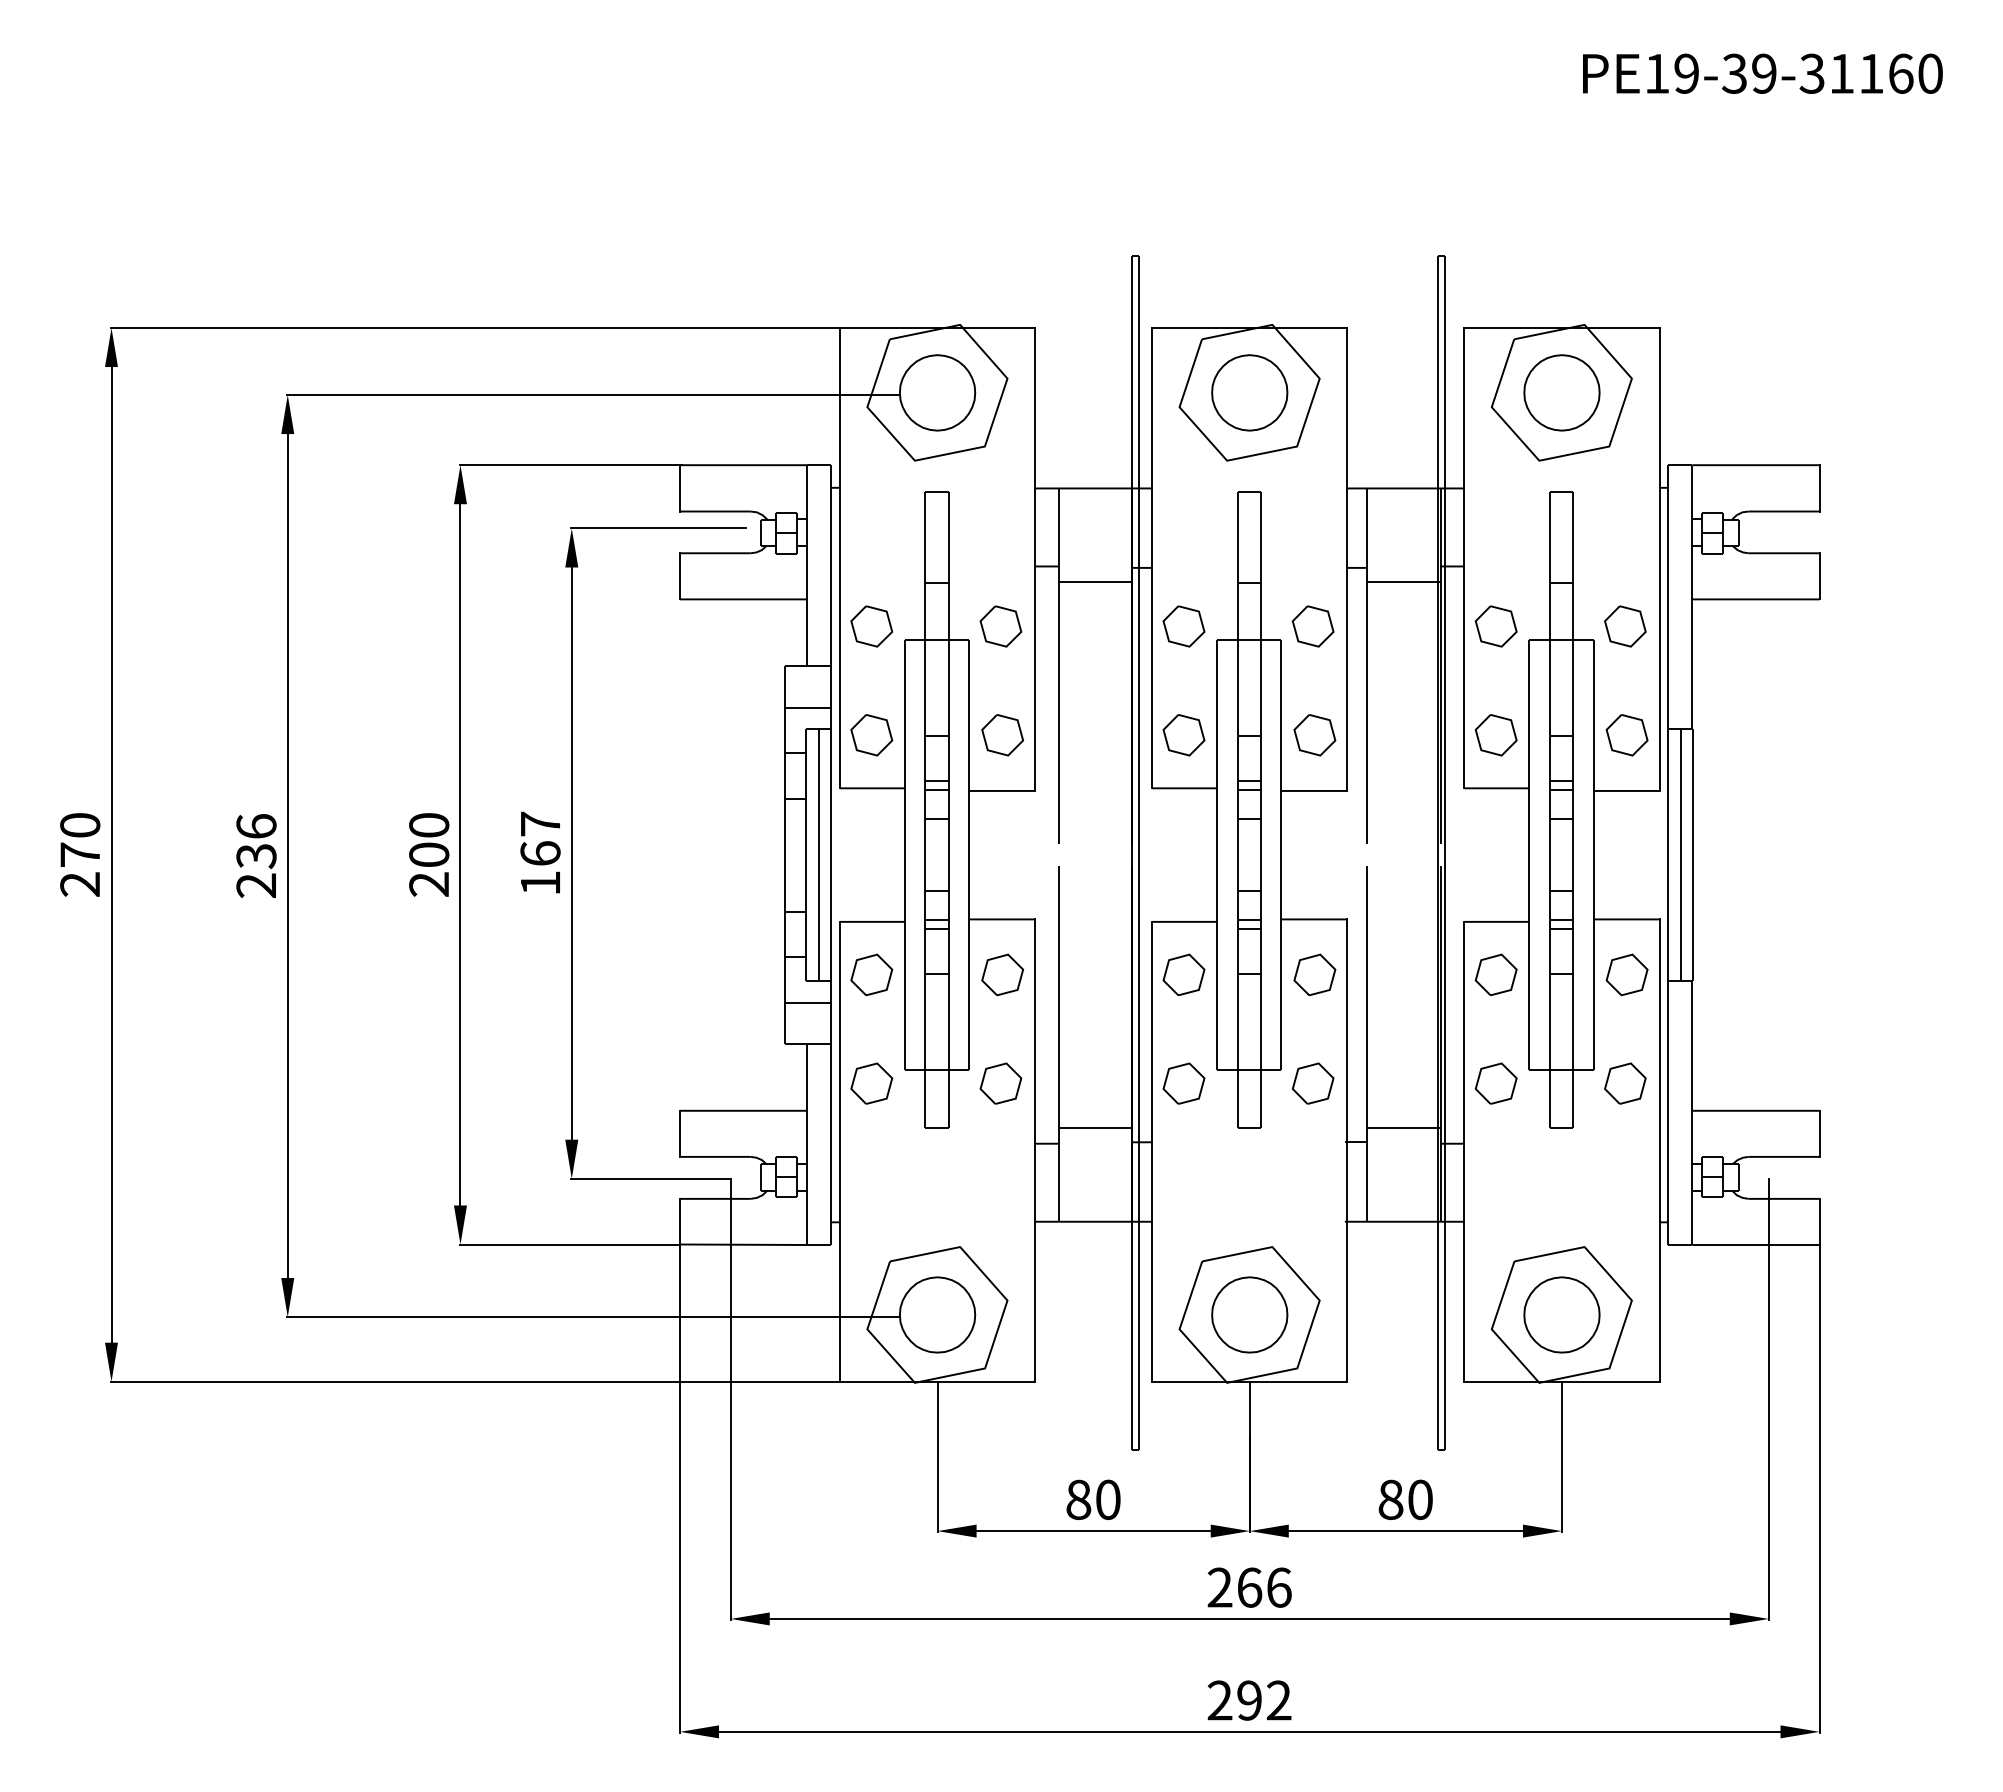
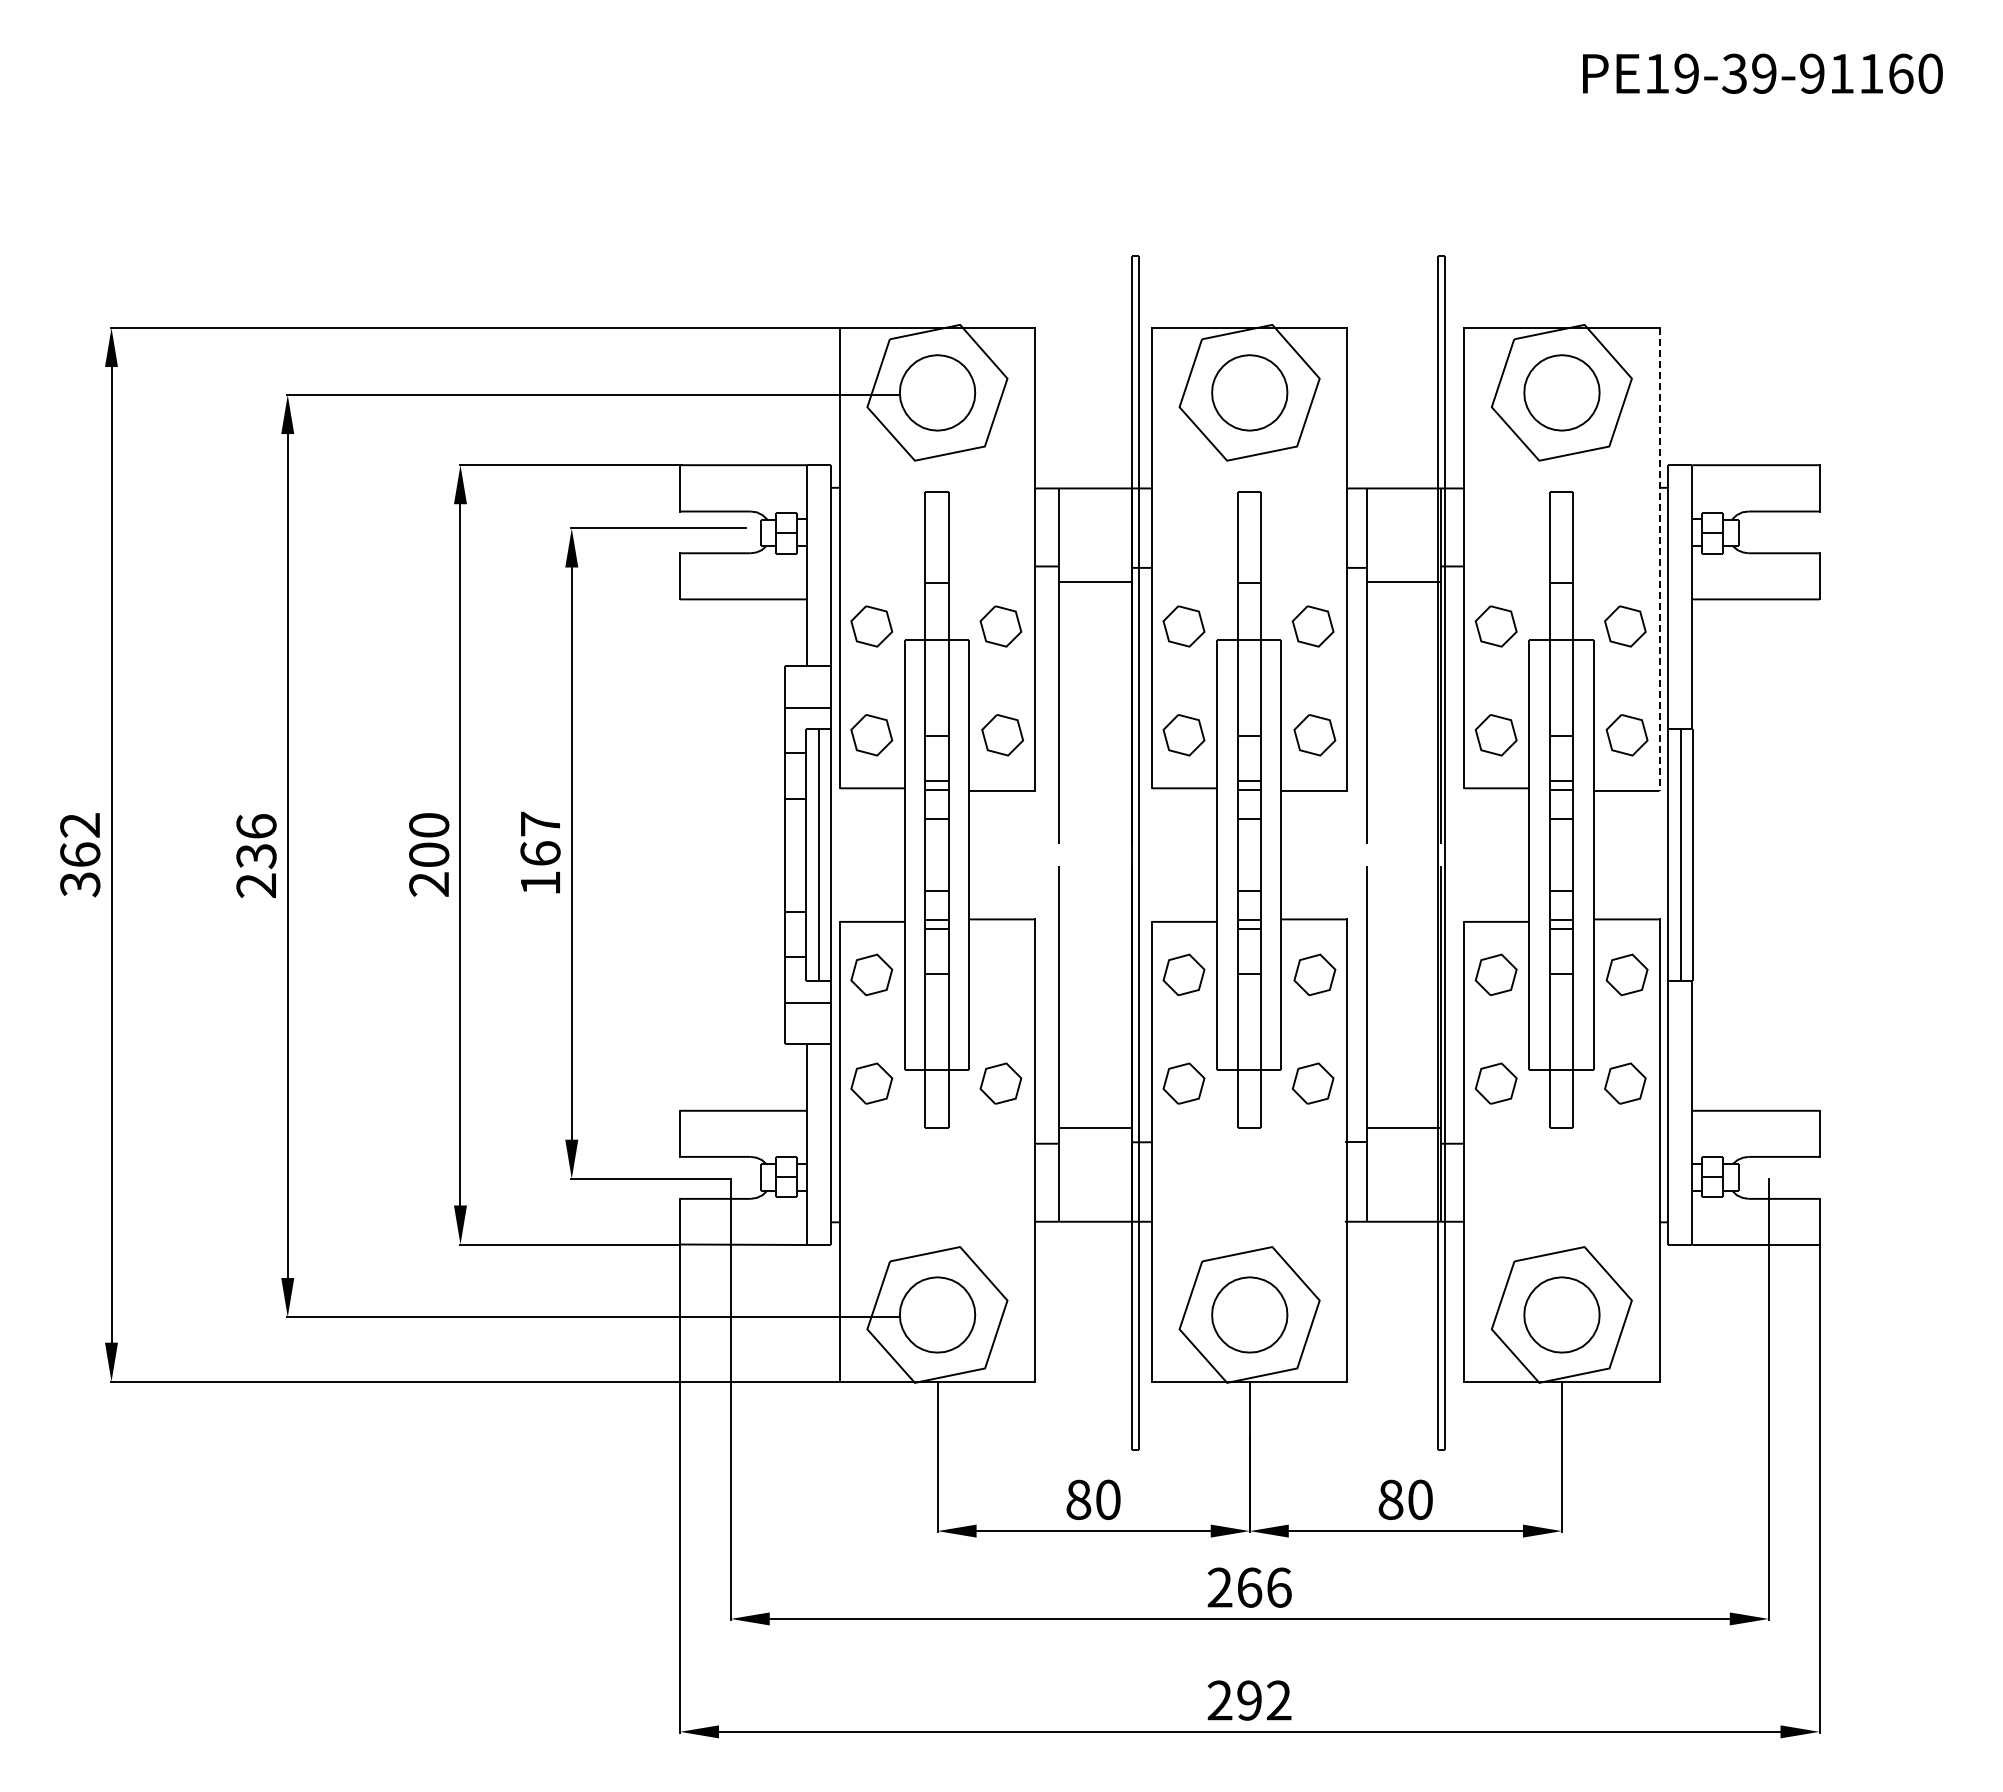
text at (1811, 73): 19-39-31160 -> 19-39-91160
line at (1659, 560): solid -> dashed
text at (80, 855): 270 -> 362
part at (1002, 974): present -> none
